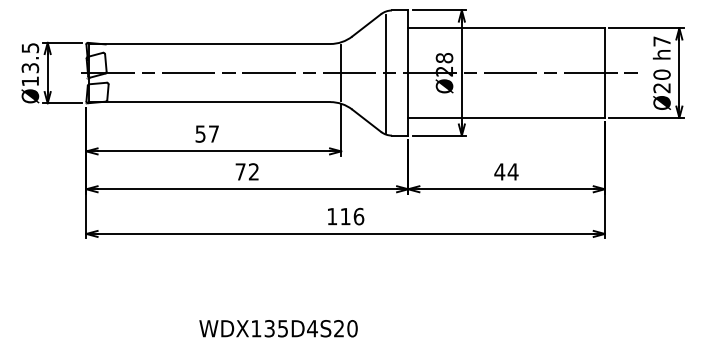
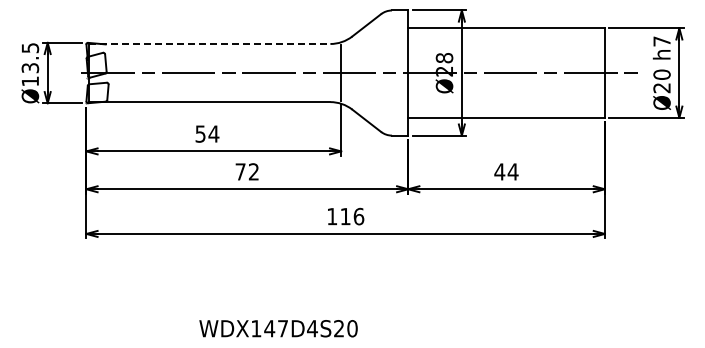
line at (209, 44): solid -> dashed
line at (385, 73): present -> none
text at (213, 133): 57 -> 54
text at (275, 328): WDX135D4S20 -> WDX147D4S20
